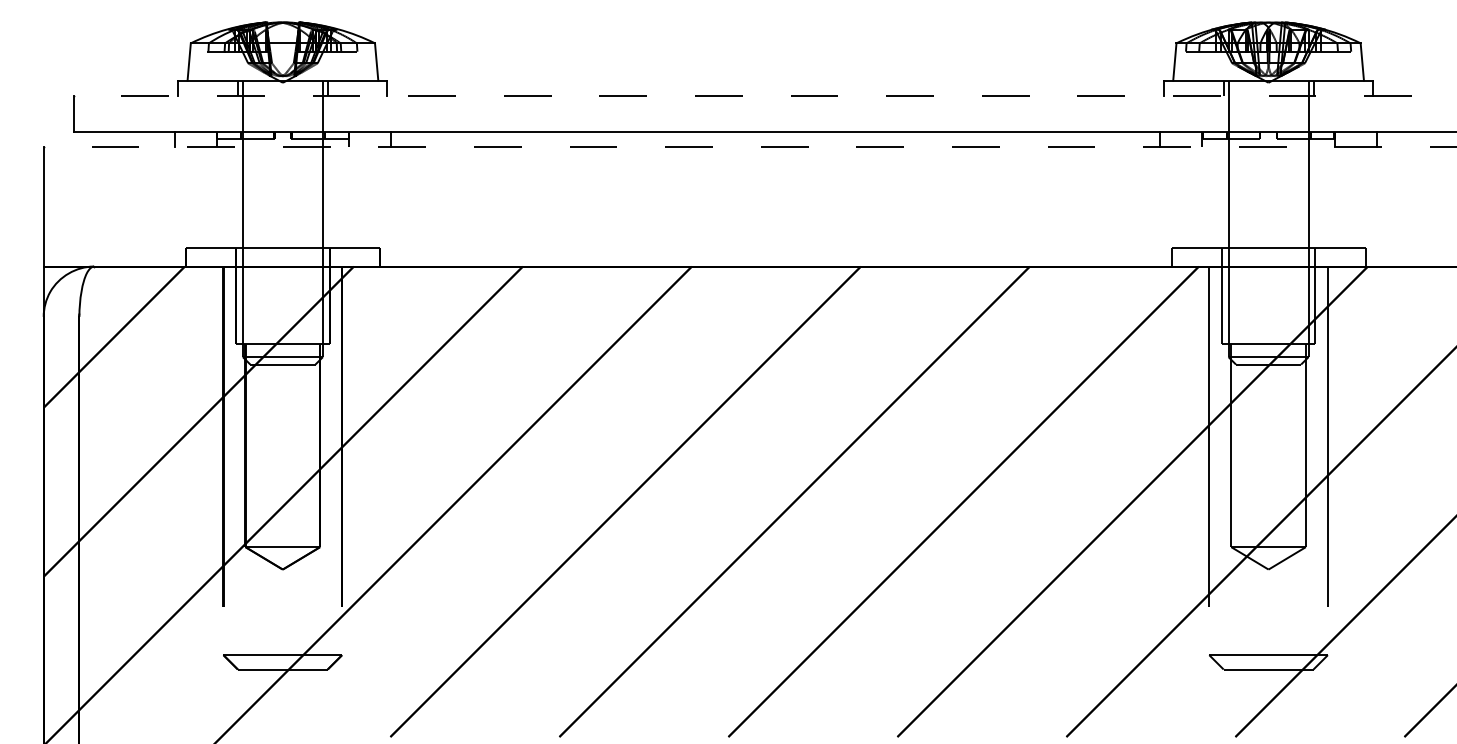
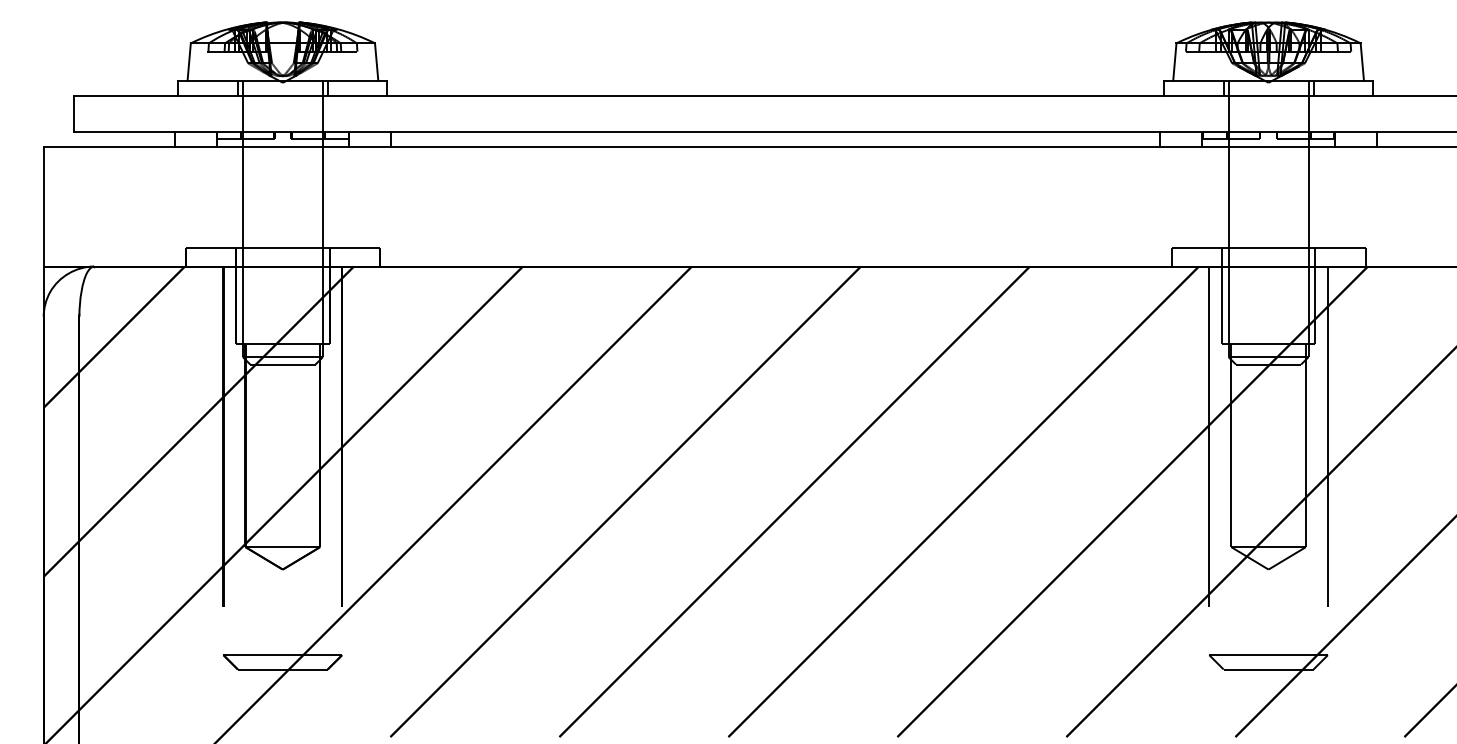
line at (764, 96): dashed -> solid
line at (750, 147): dashed -> solid
